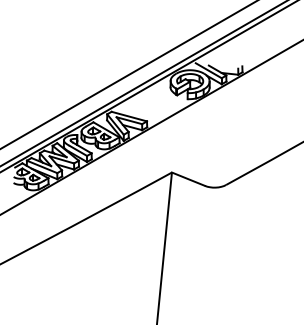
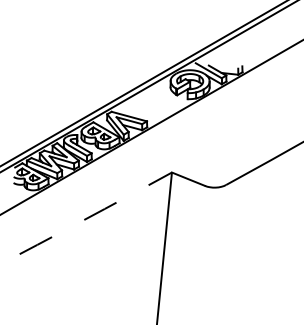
line at (128, 74): present -> none
arc at (86, 218): solid -> dashed
